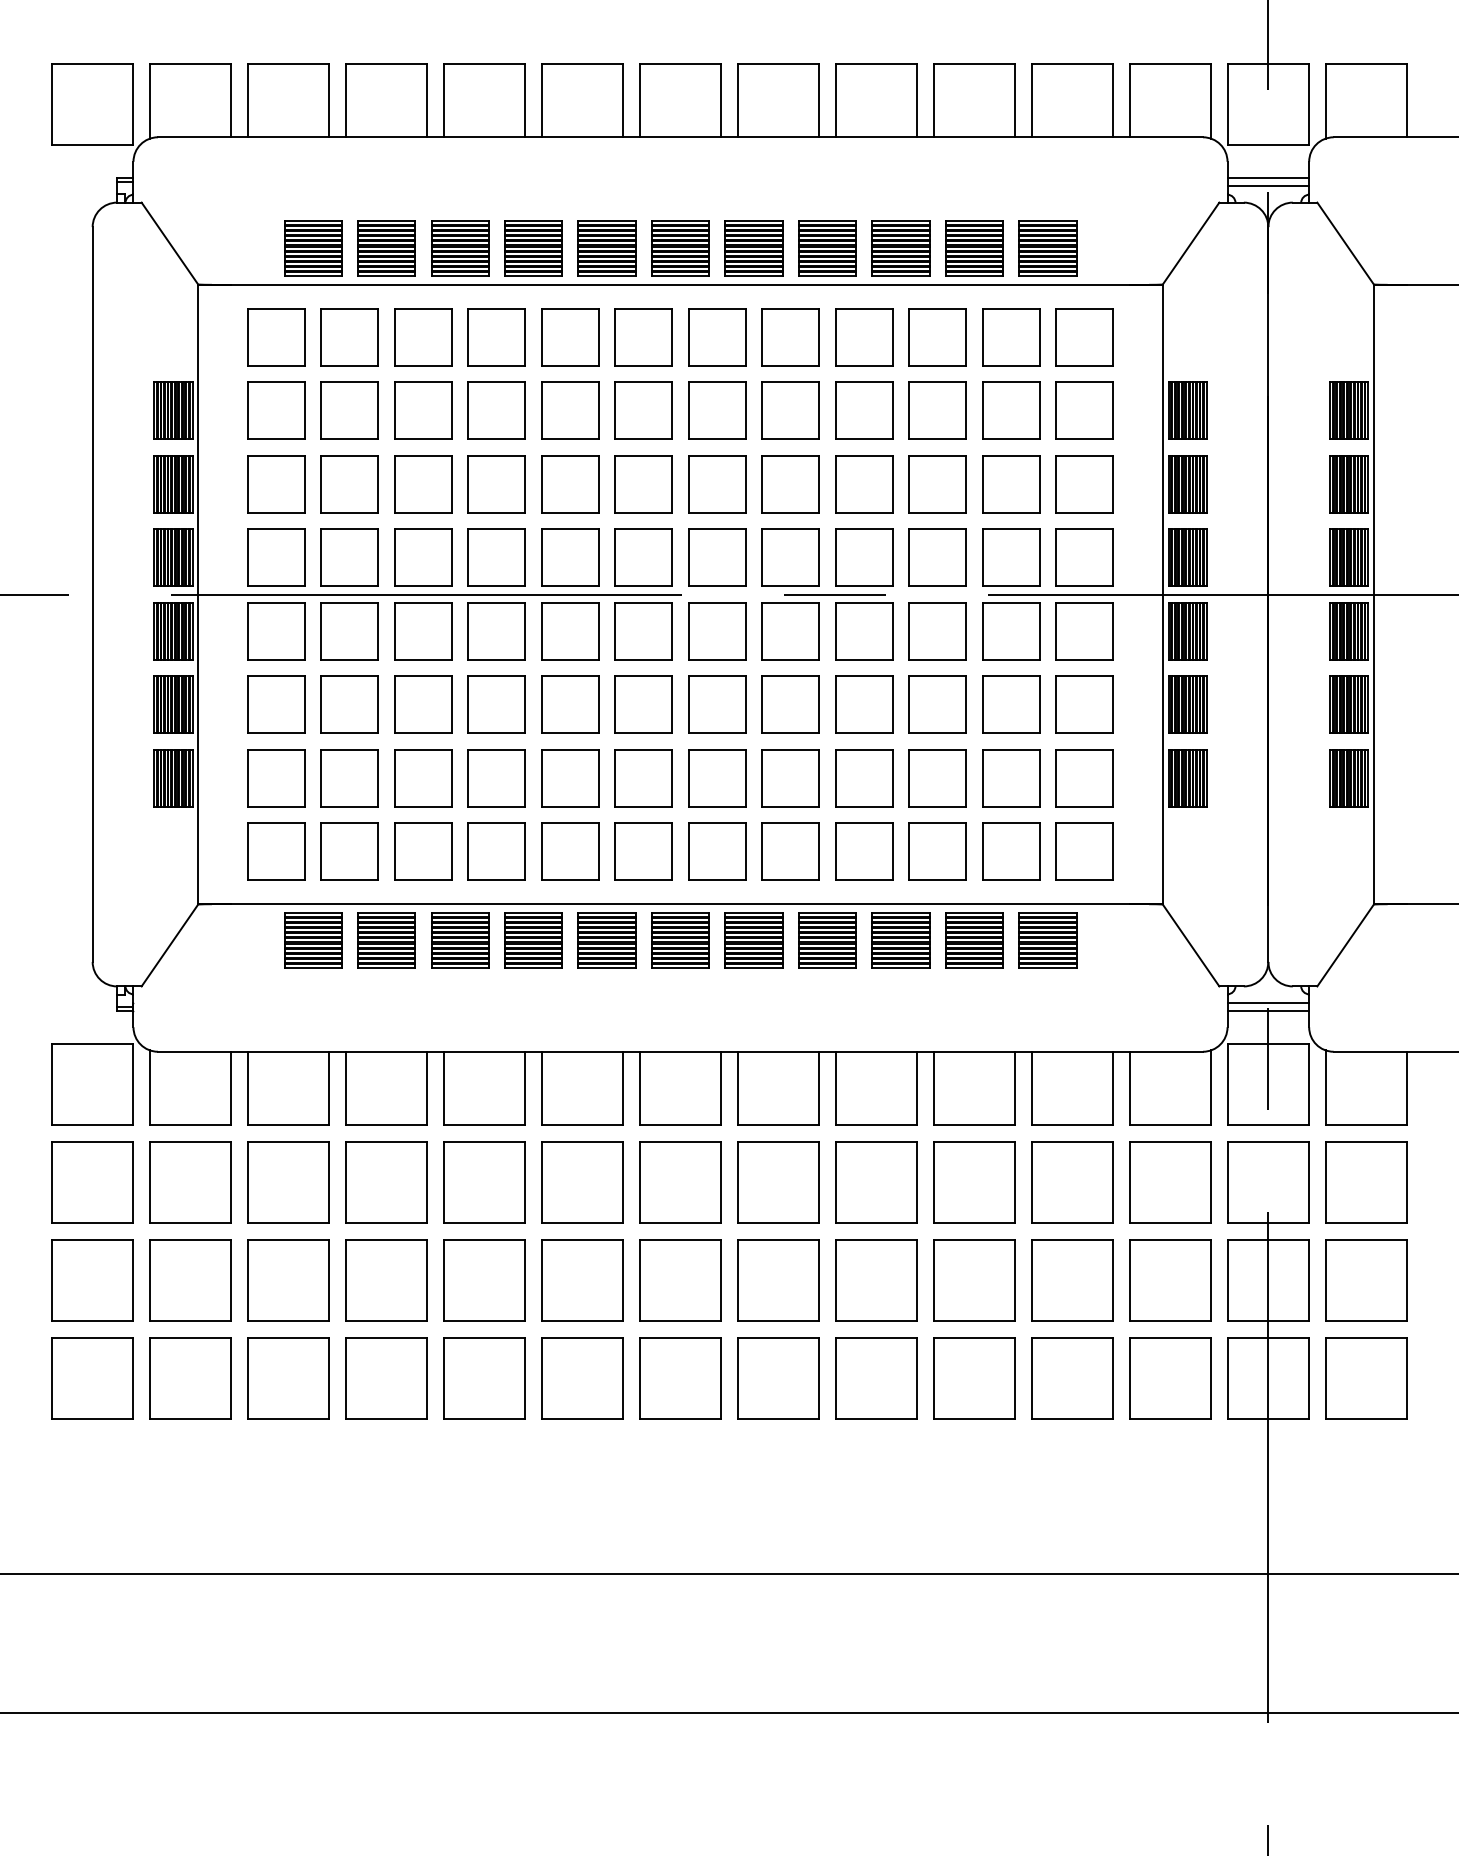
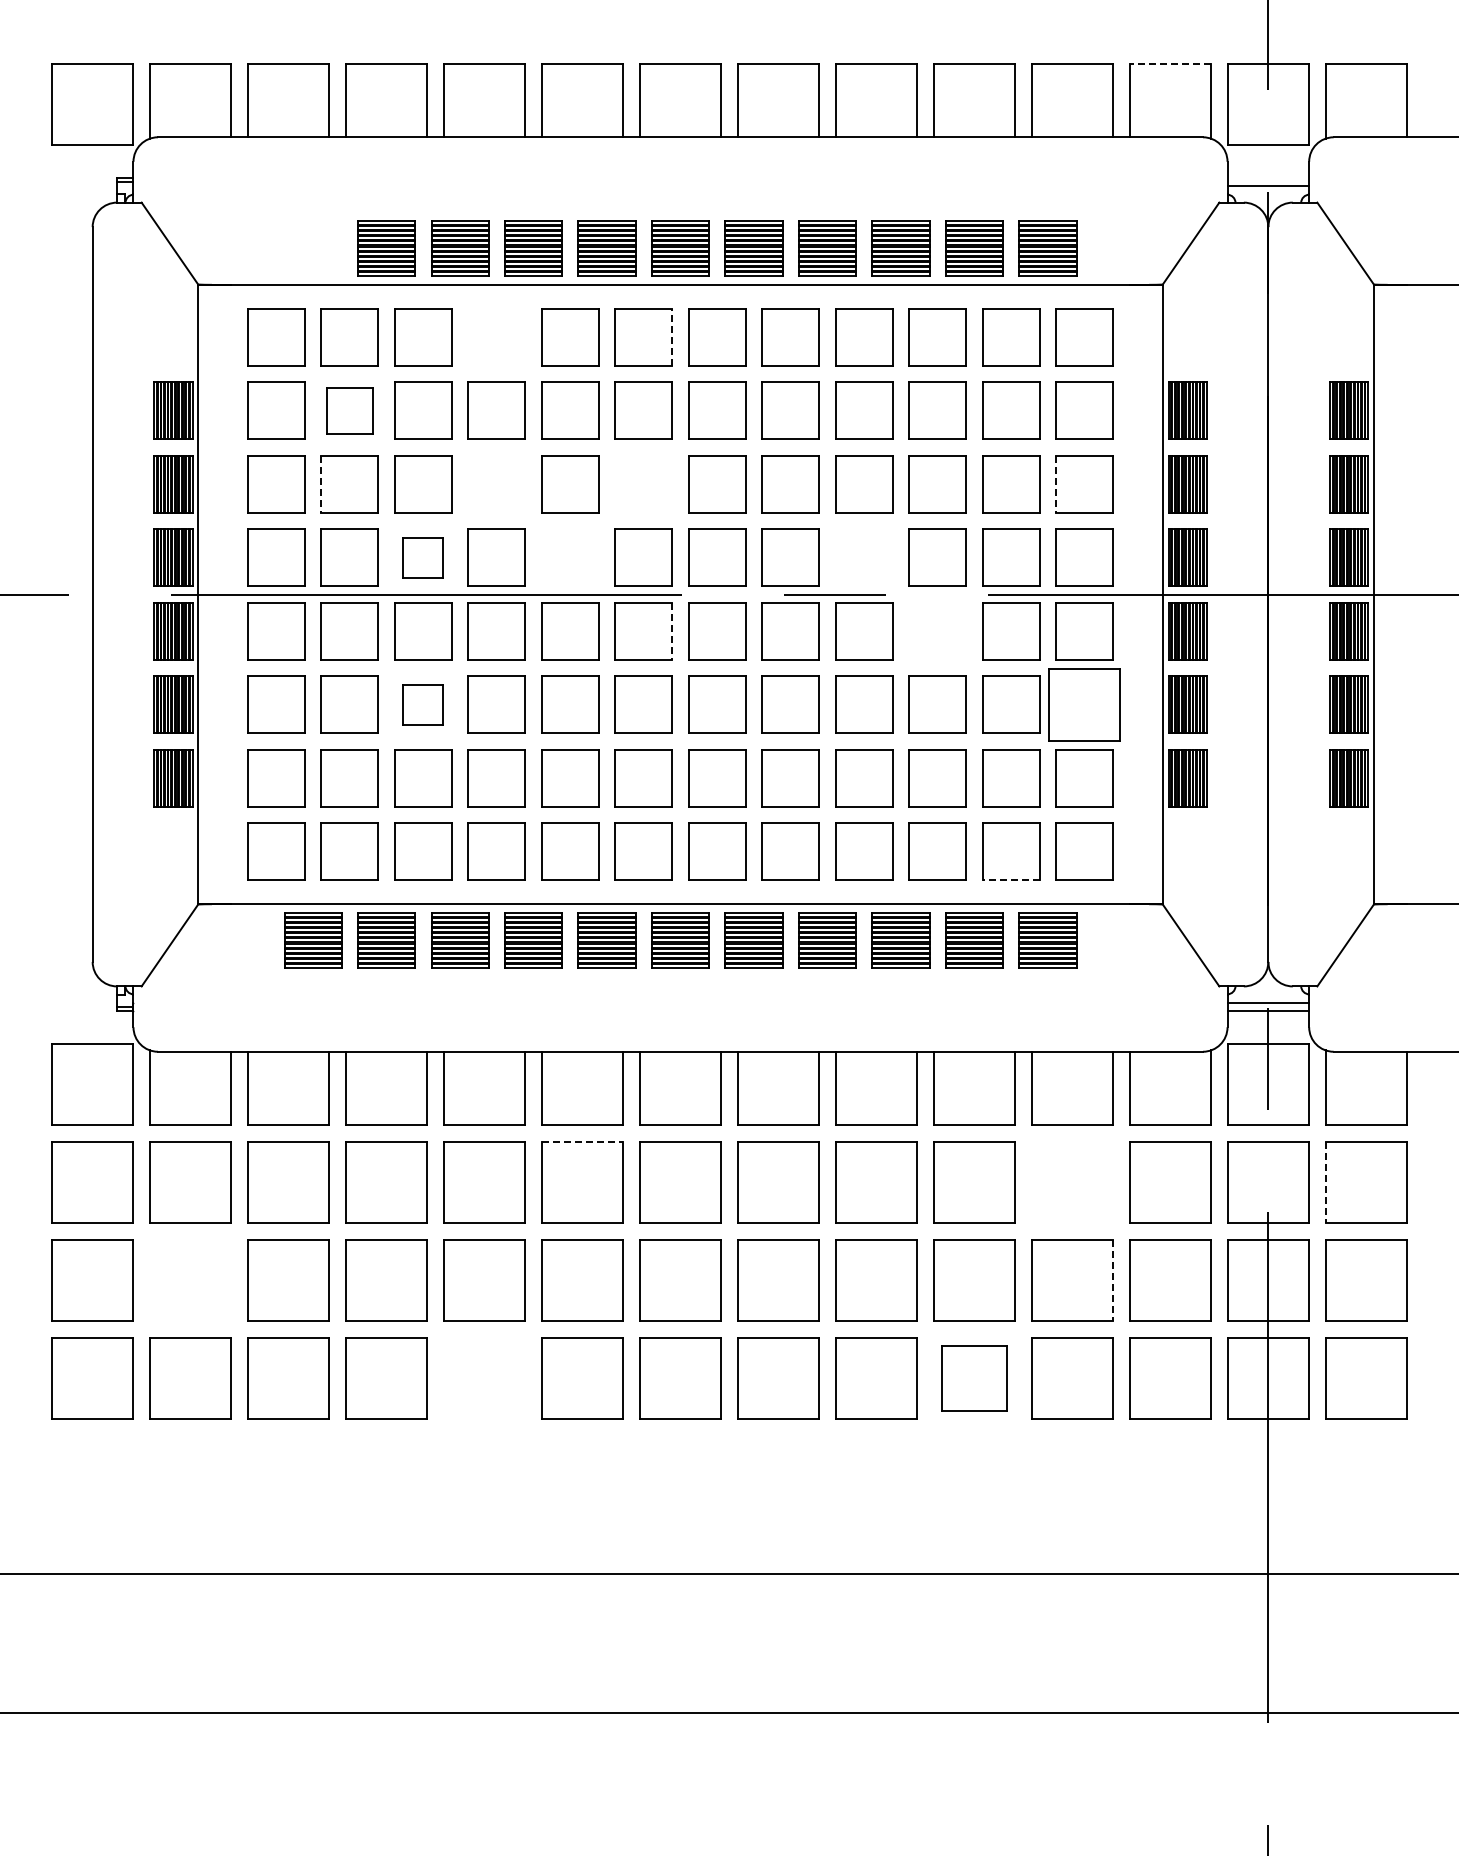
line at (1170, 63): solid -> dashed
line at (1268, 178): present -> none
part at (313, 248): present -> none
part at (496, 337): present -> none
line at (672, 337): solid -> dashed
part at (349, 410) size: 59x59 px -> 48x48 px
line at (321, 484): solid -> dashed
part at (496, 484): present -> none
part at (643, 484): present -> none
line at (1056, 484): solid -> dashed
part at (423, 557) size: 59x59 px -> 42x42 px
part at (570, 557): present -> none
part at (864, 557): present -> none
line at (672, 631): solid -> dashed
part at (937, 631): present -> none
part at (423, 704) size: 59x59 px -> 42x42 px
part at (1084, 704) size: 59x59 px -> 73x74 px
line at (1011, 880): solid -> dashed
line at (582, 1141): solid -> dashed
part at (1072, 1182): present -> none
line at (1325, 1182): solid -> dashed
part at (190, 1280): present -> none
line at (1113, 1280): solid -> dashed
part at (484, 1378): present -> none
part at (974, 1378) size: 83x83 px -> 67x67 px
